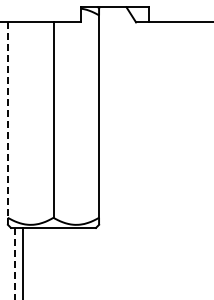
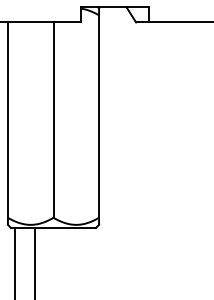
line at (7, 120): dashed -> solid
line at (22, 261) position: (22, 261) -> (34, 261)
line at (14, 263): dashed -> solid
